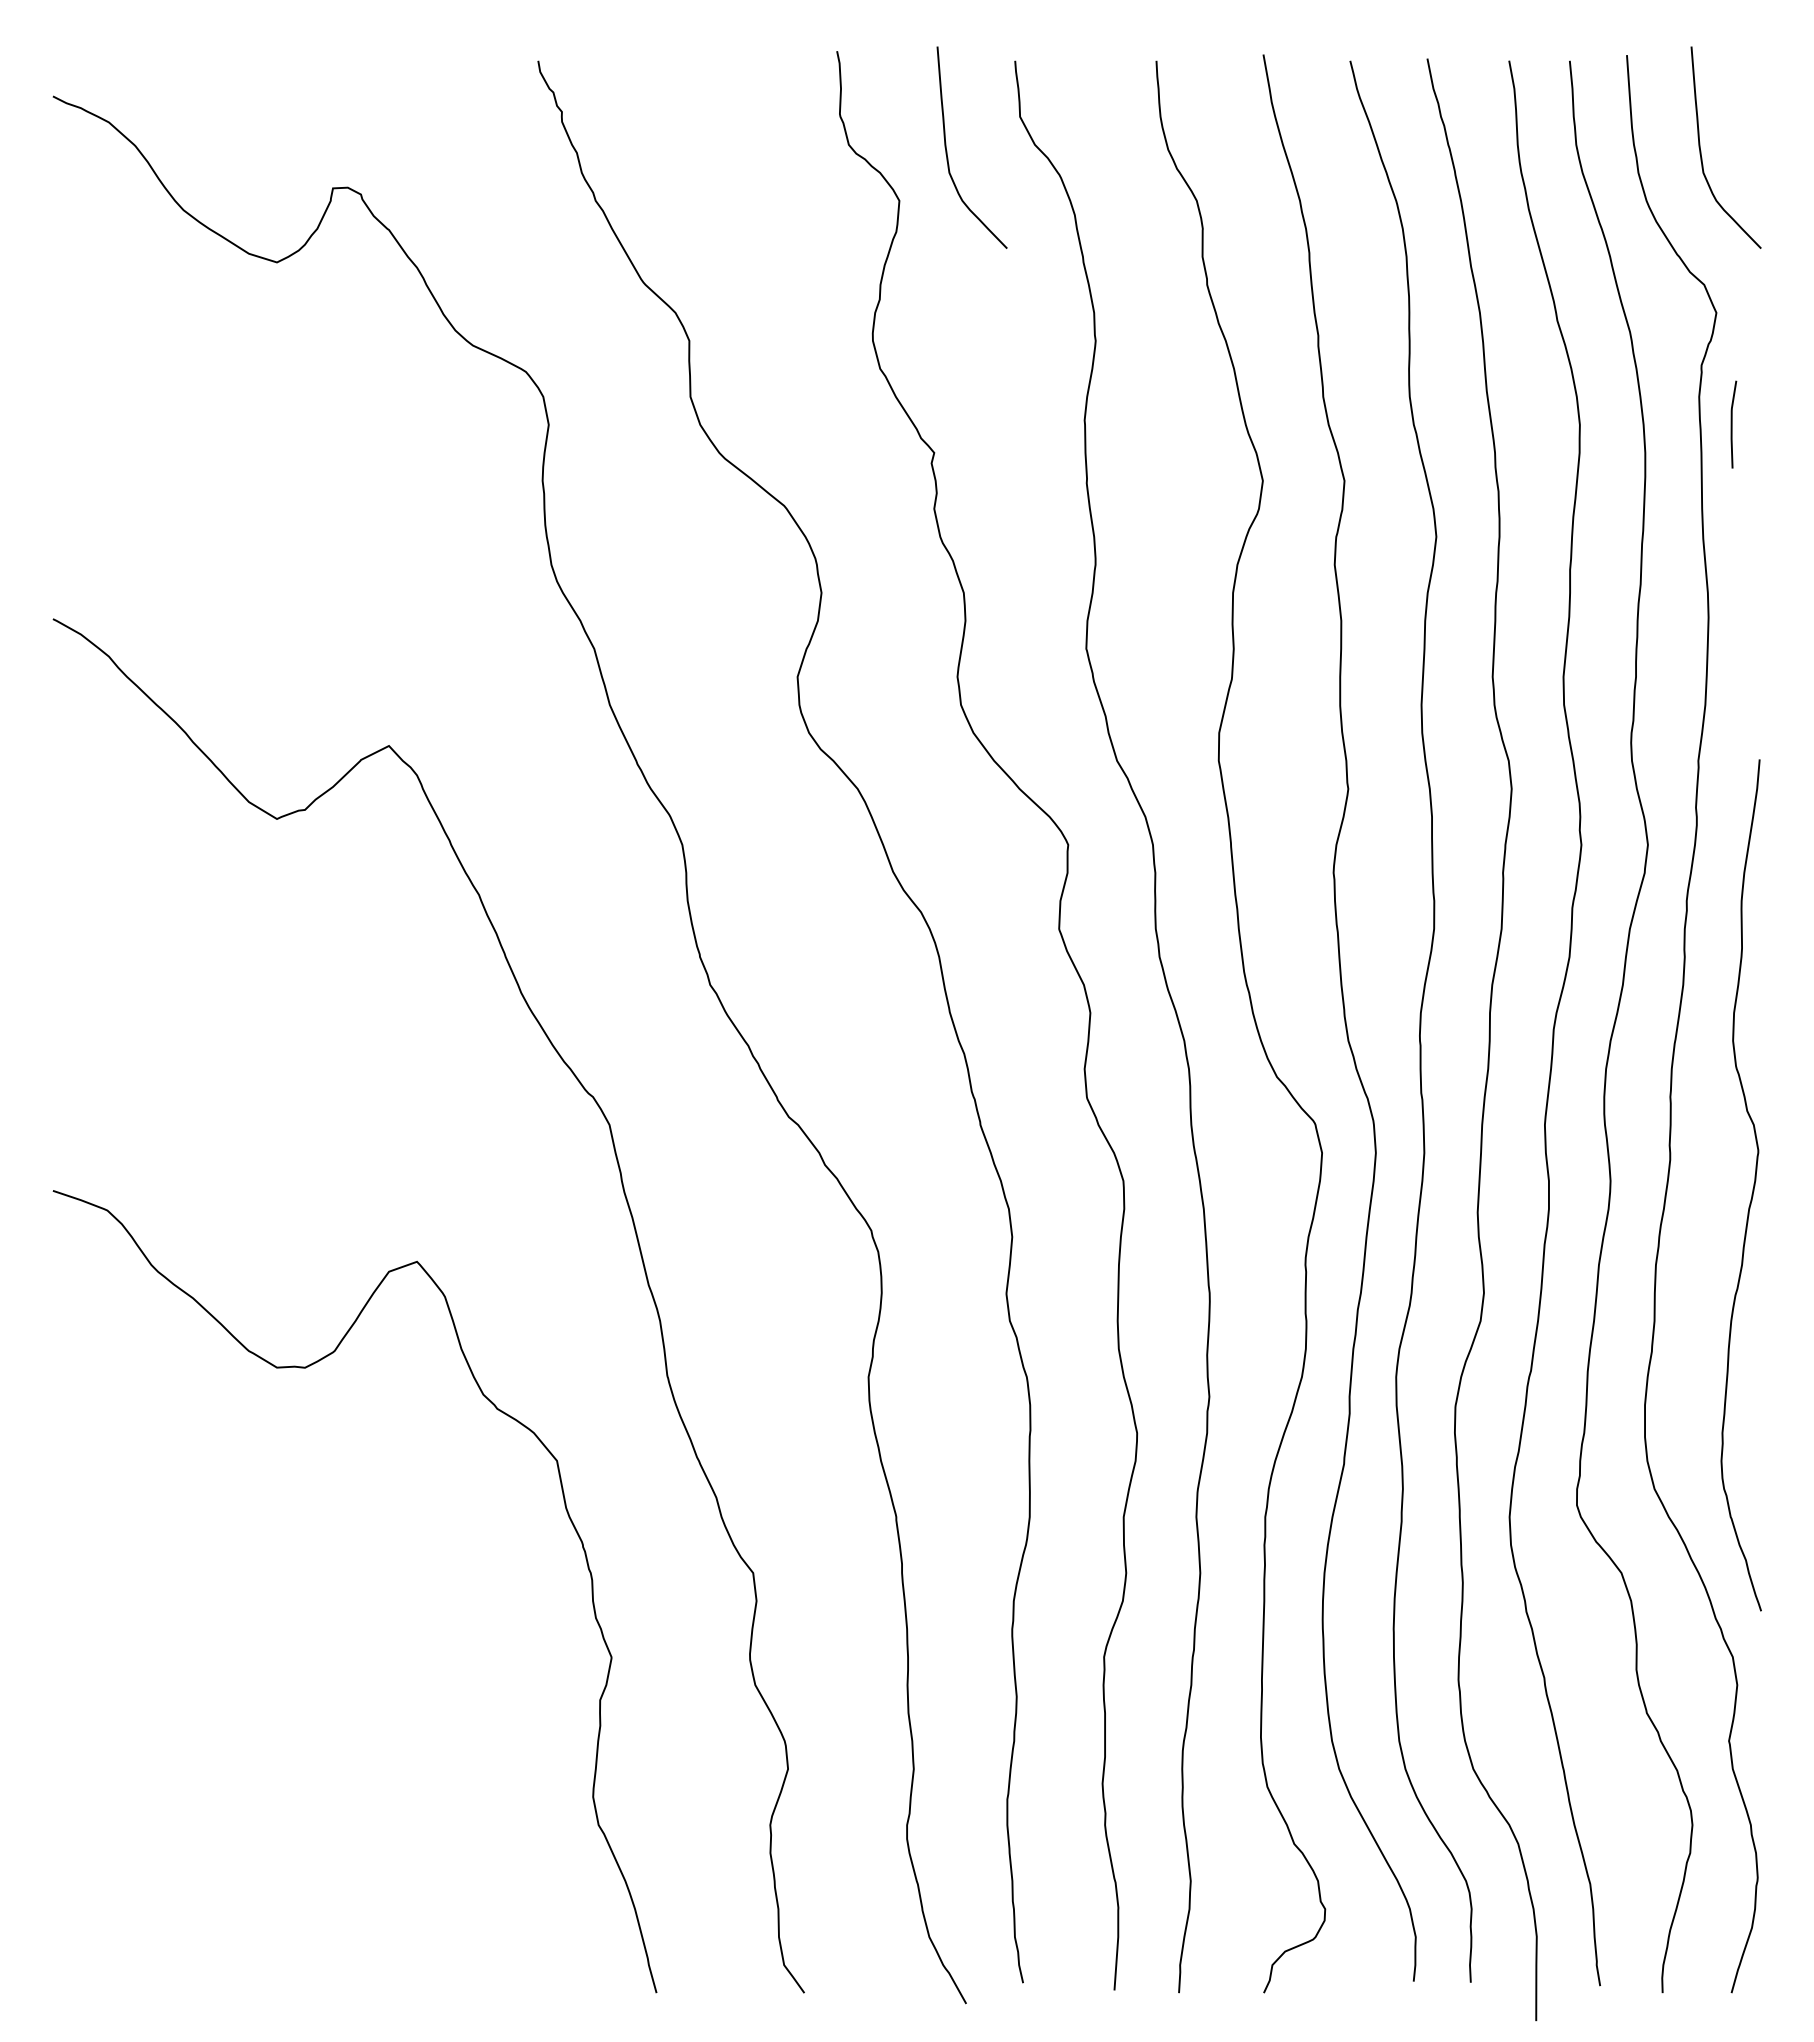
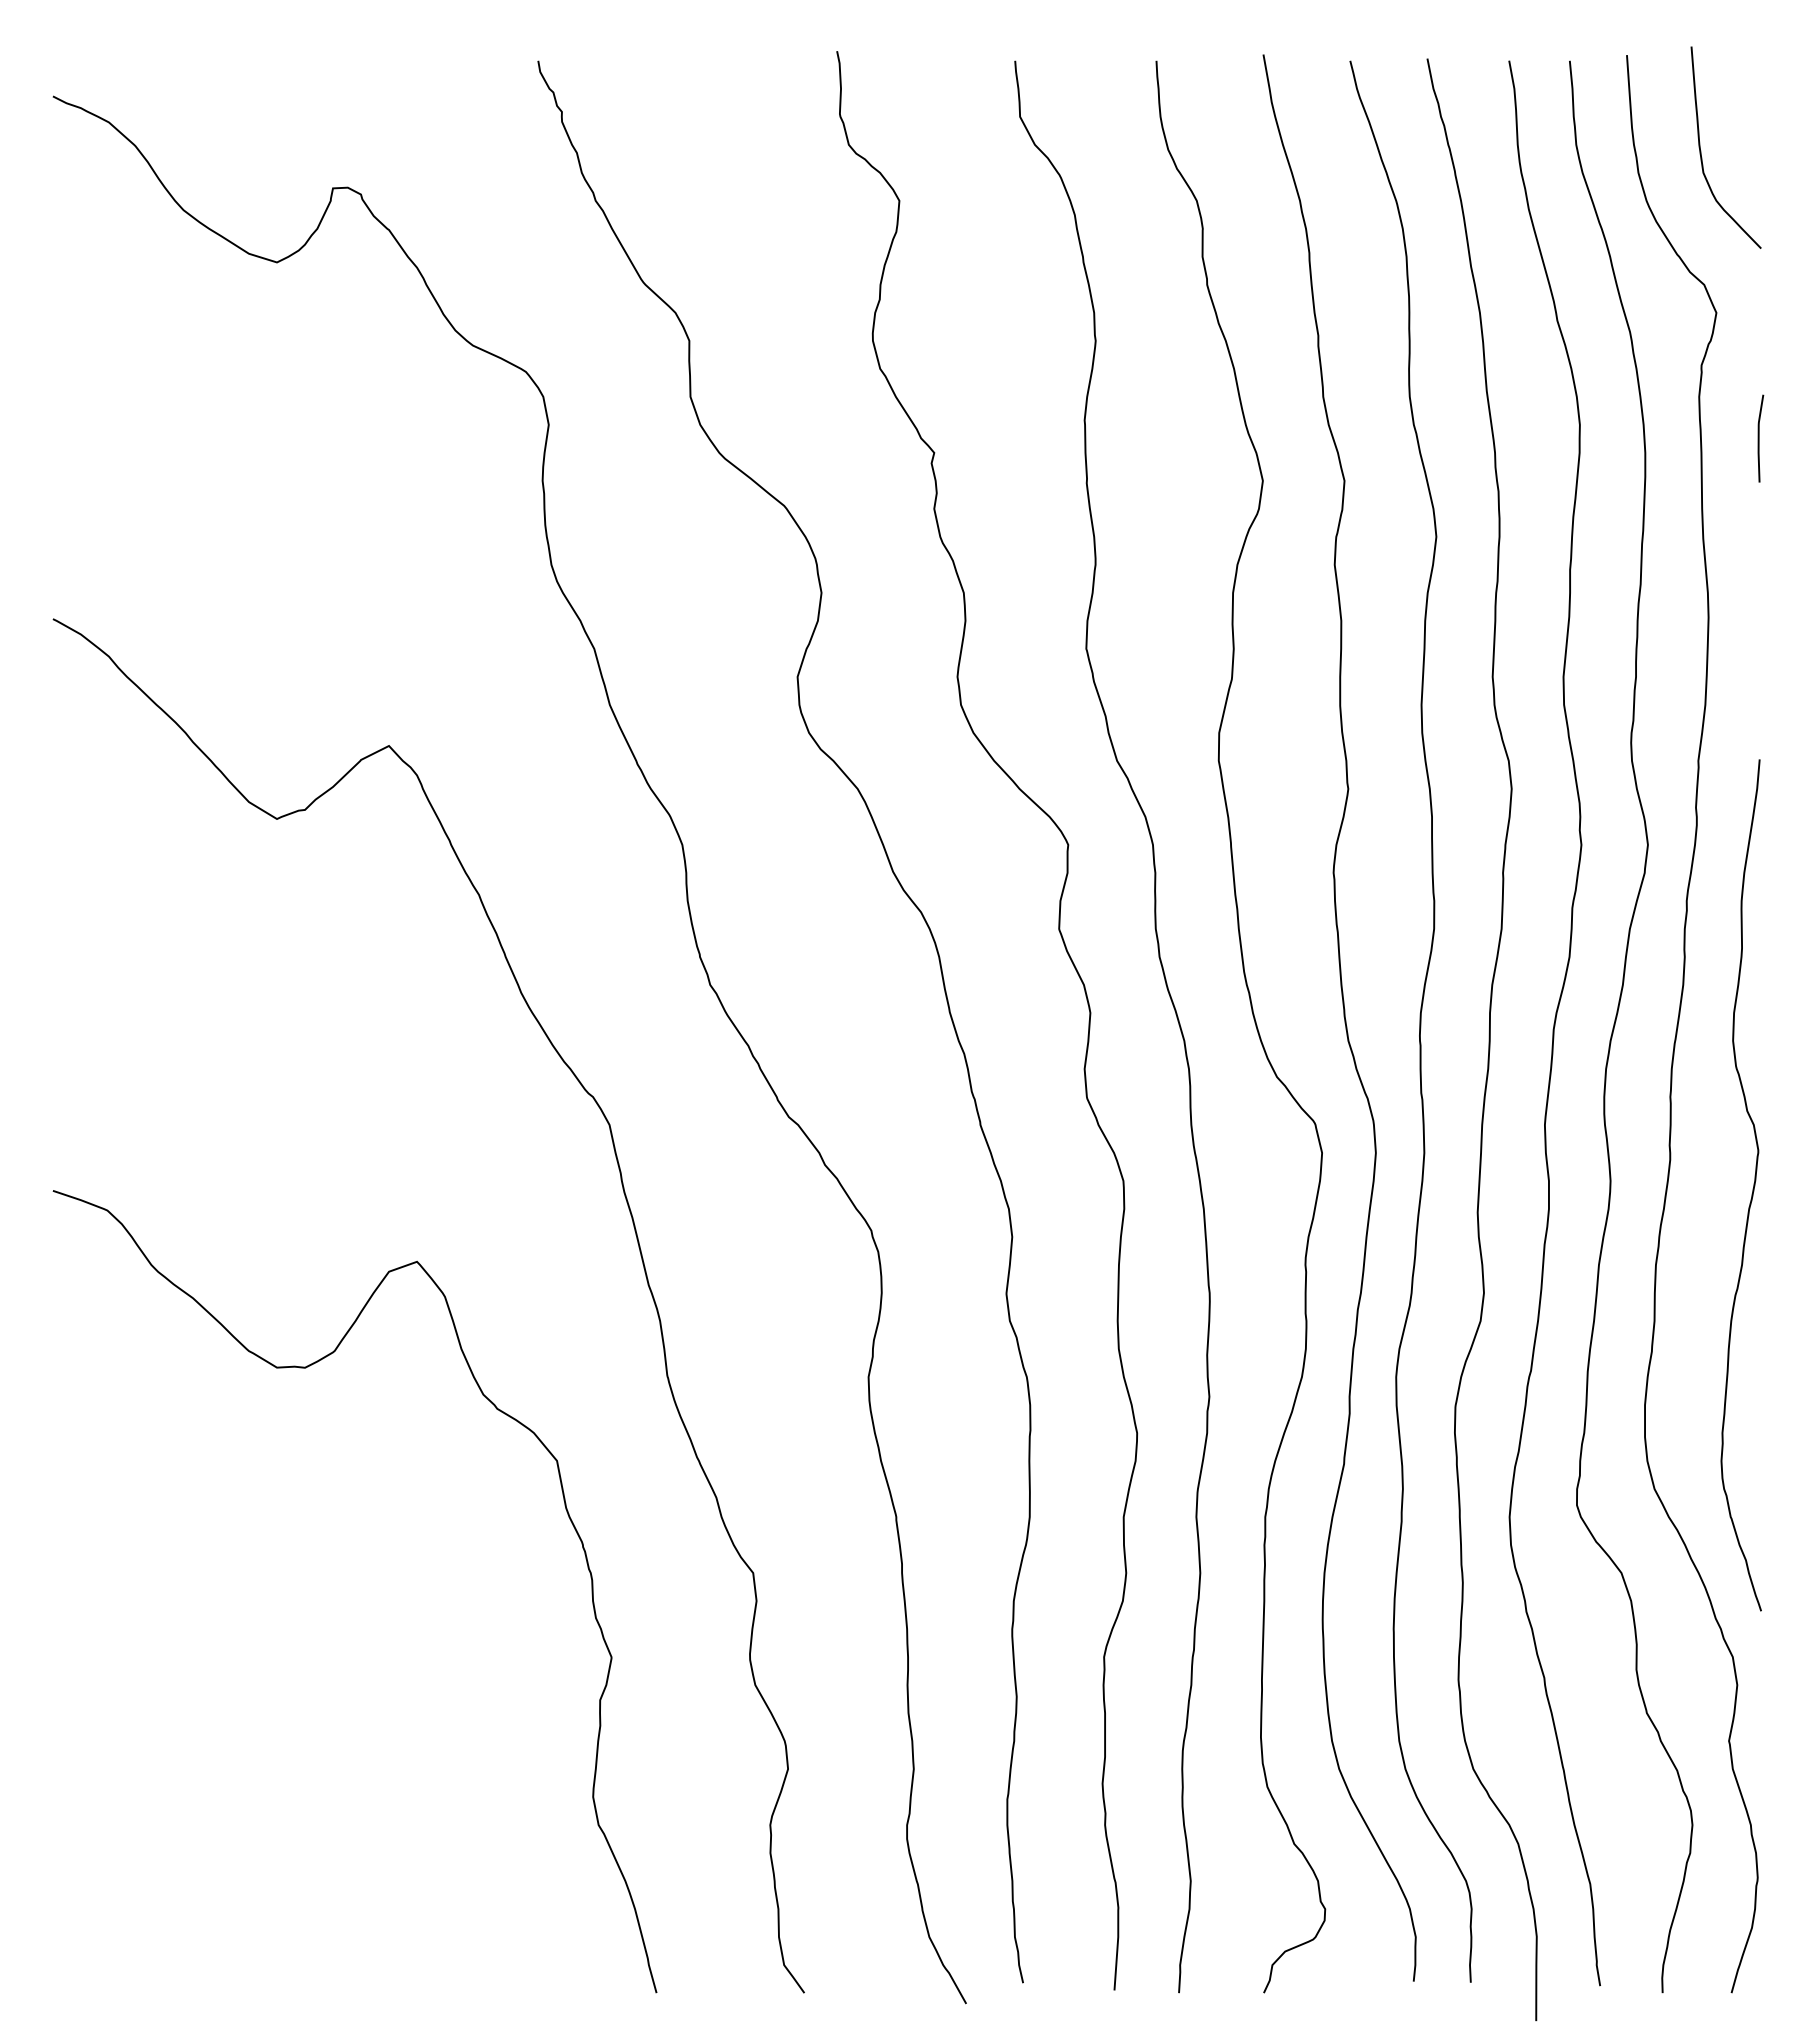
curve at (947, 150): present -> none
line at (1732, 424) position: (1732, 424) -> (1759, 438)
